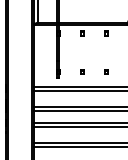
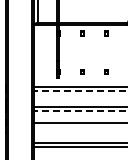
line at (80, 91): solid -> dashed
line at (80, 111): solid -> dashed
line at (79, 126): present -> none
